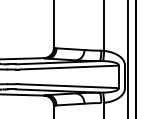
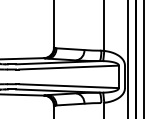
line at (144, 58): none -> present
